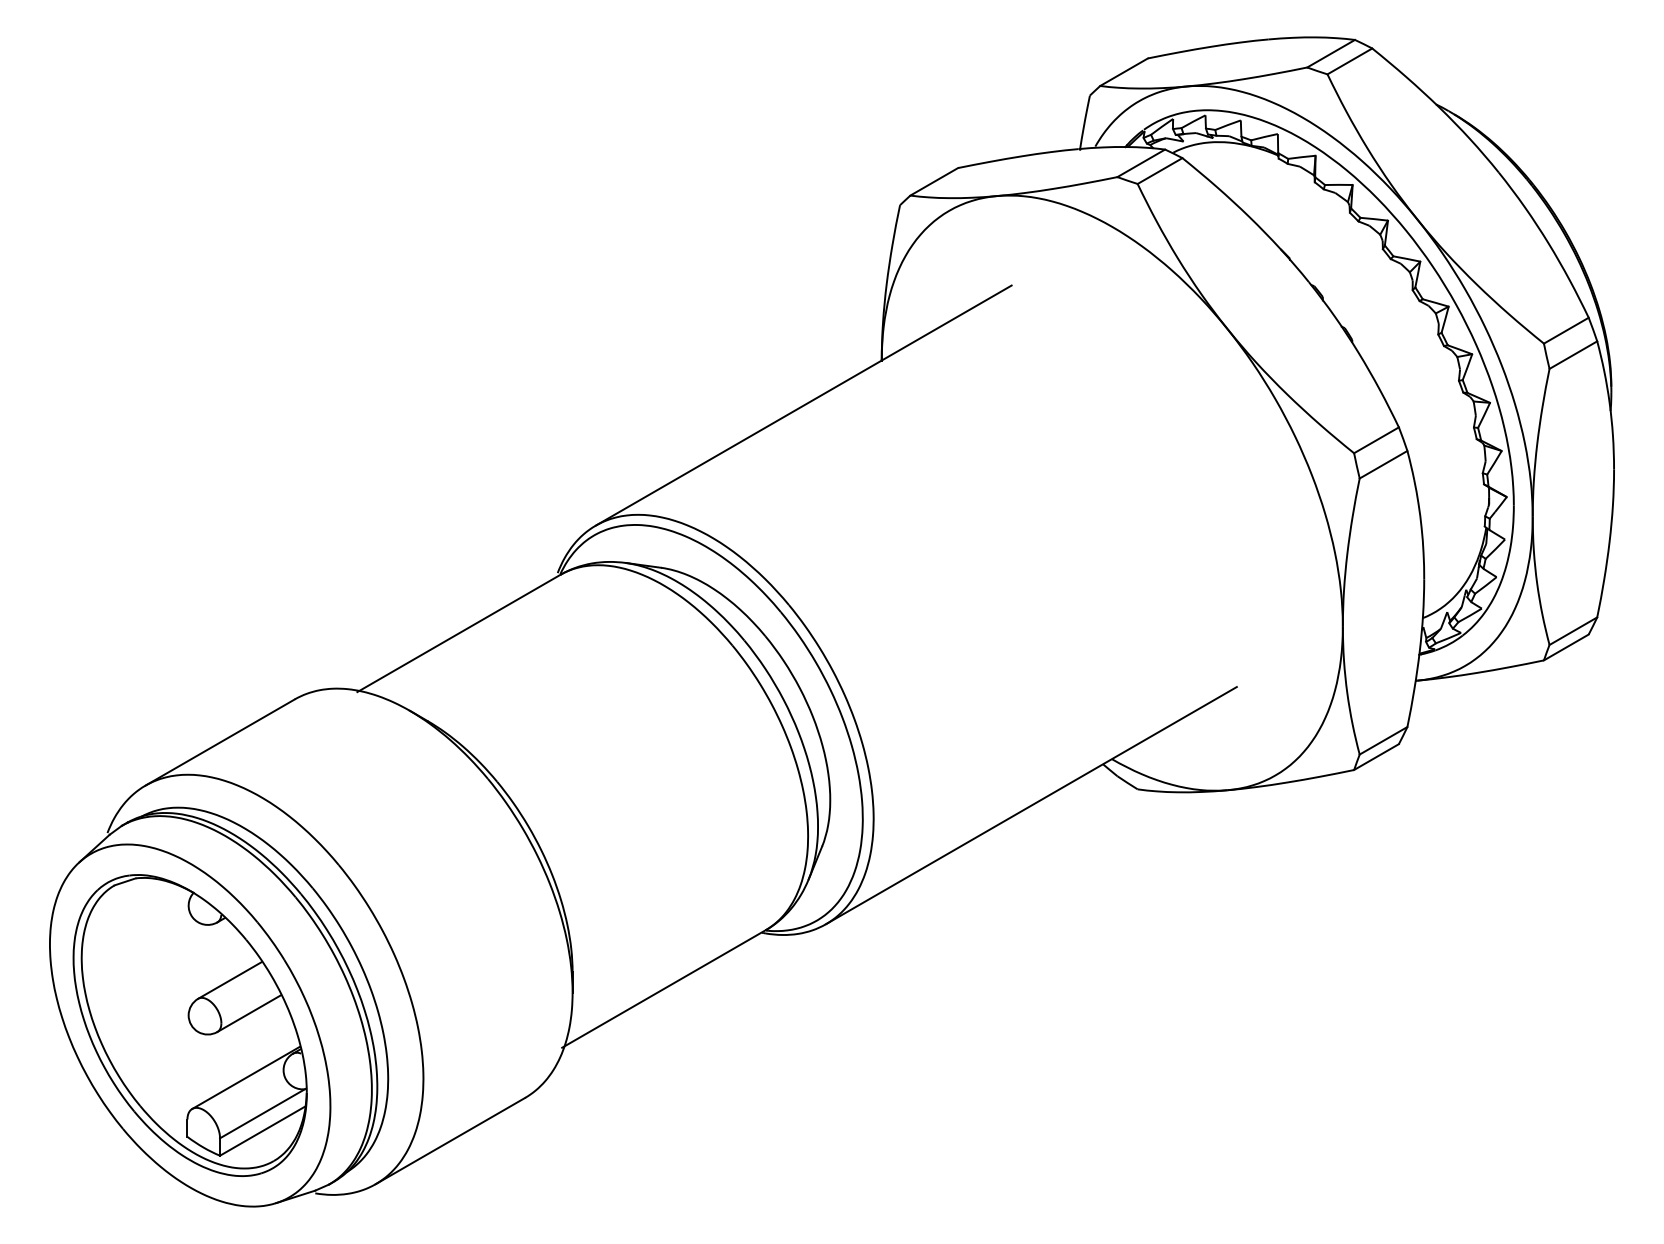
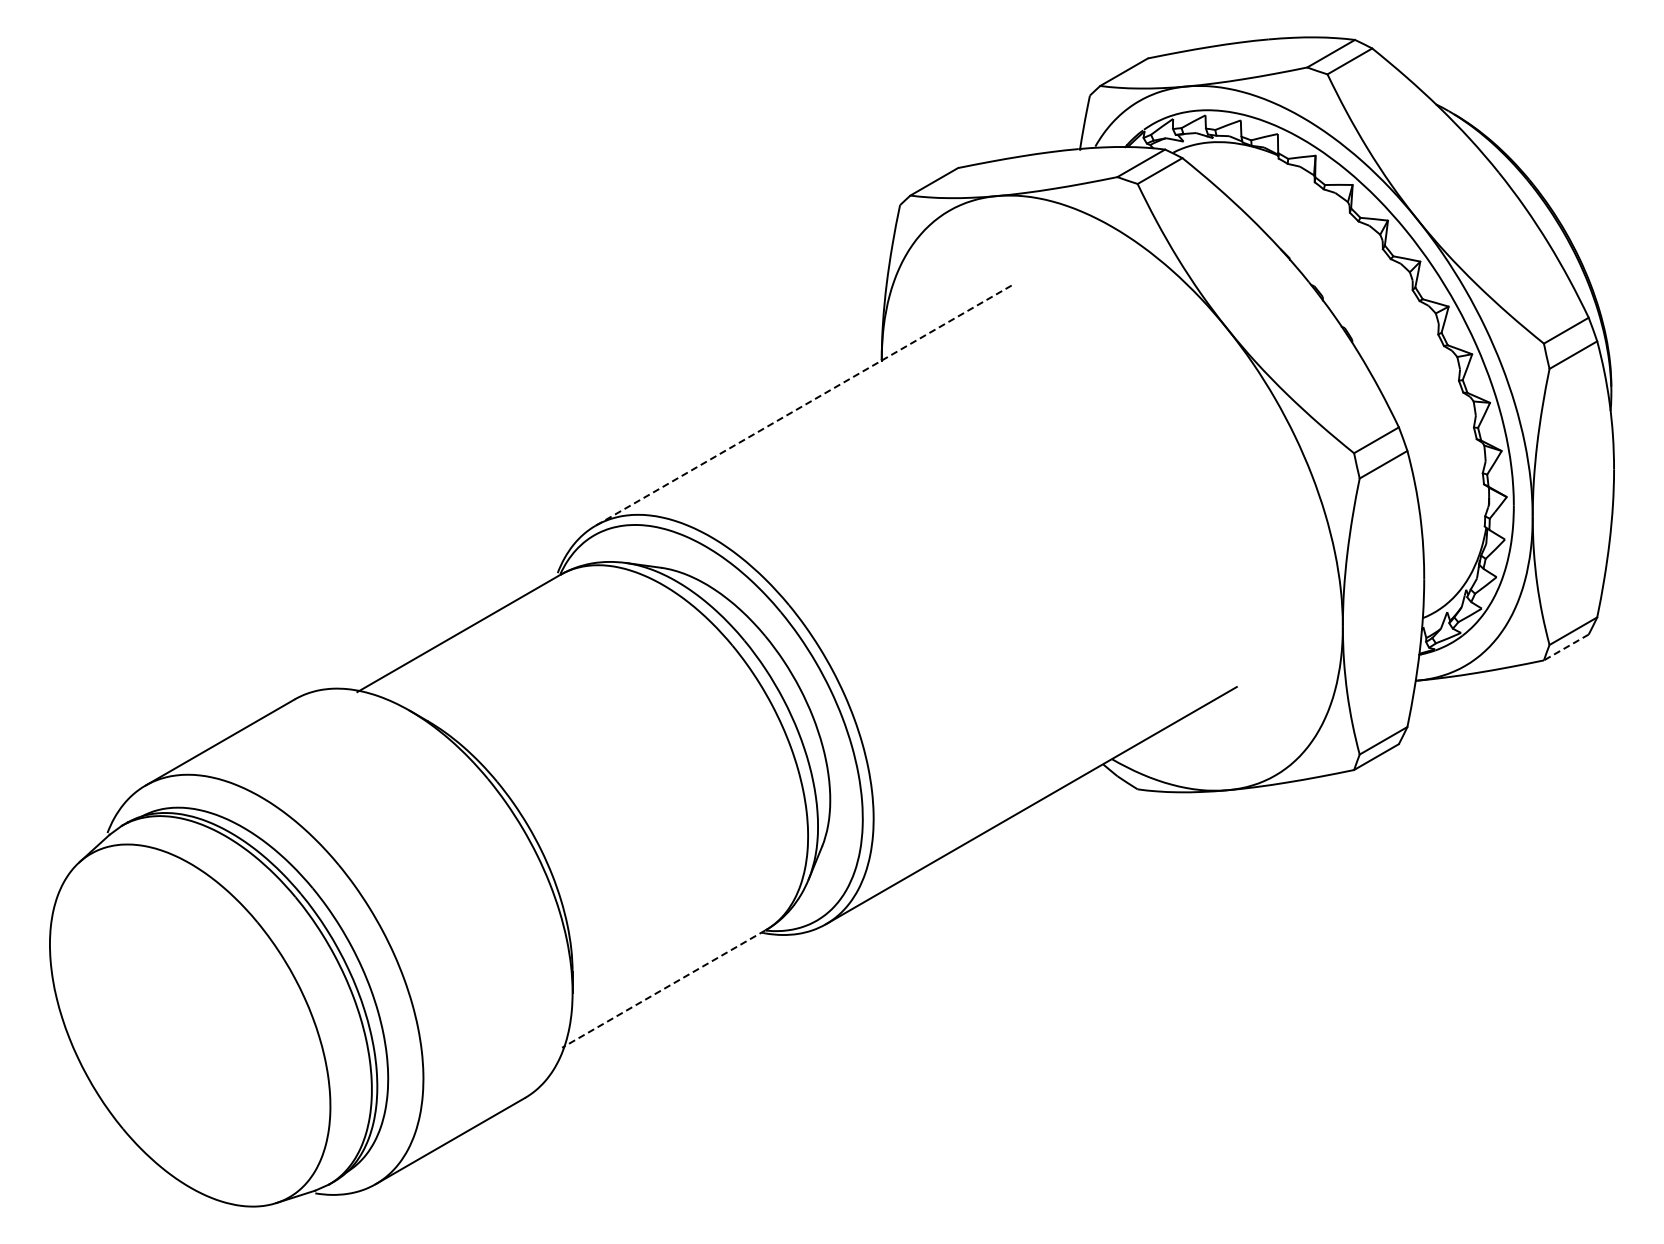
line at (803, 405): solid -> dashed
line at (1566, 647): solid -> dashed
line at (663, 989): solid -> dashed
part at (189, 1025): present -> none
